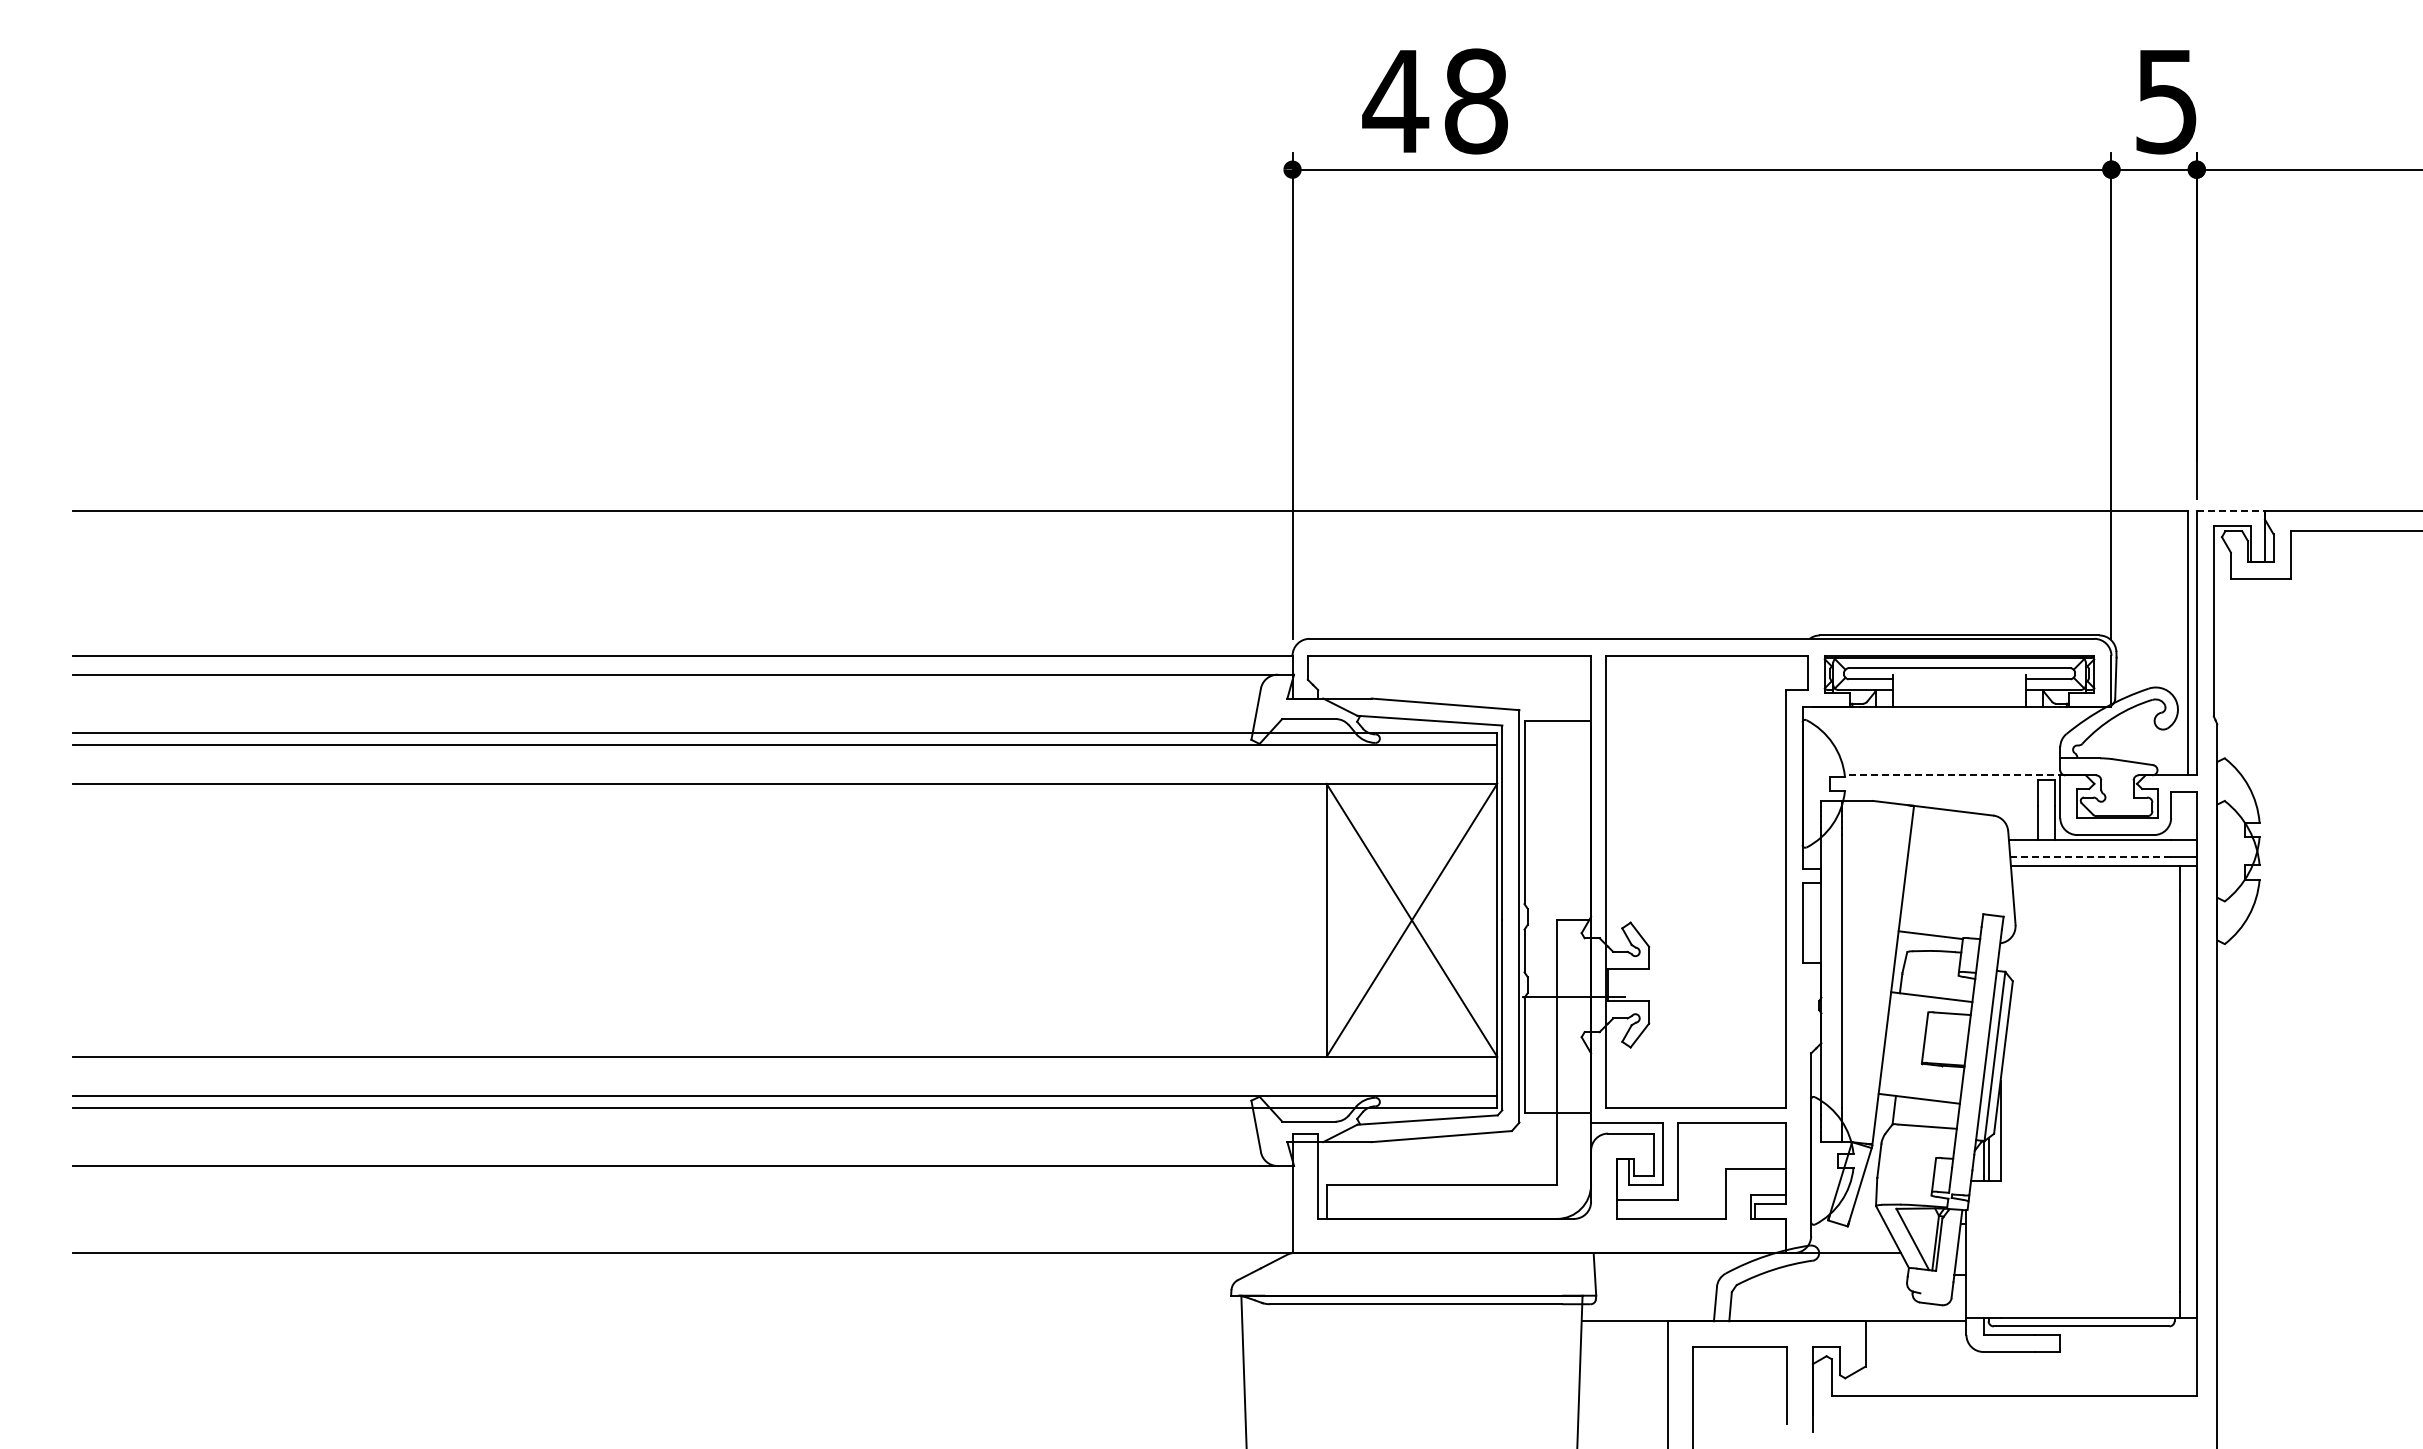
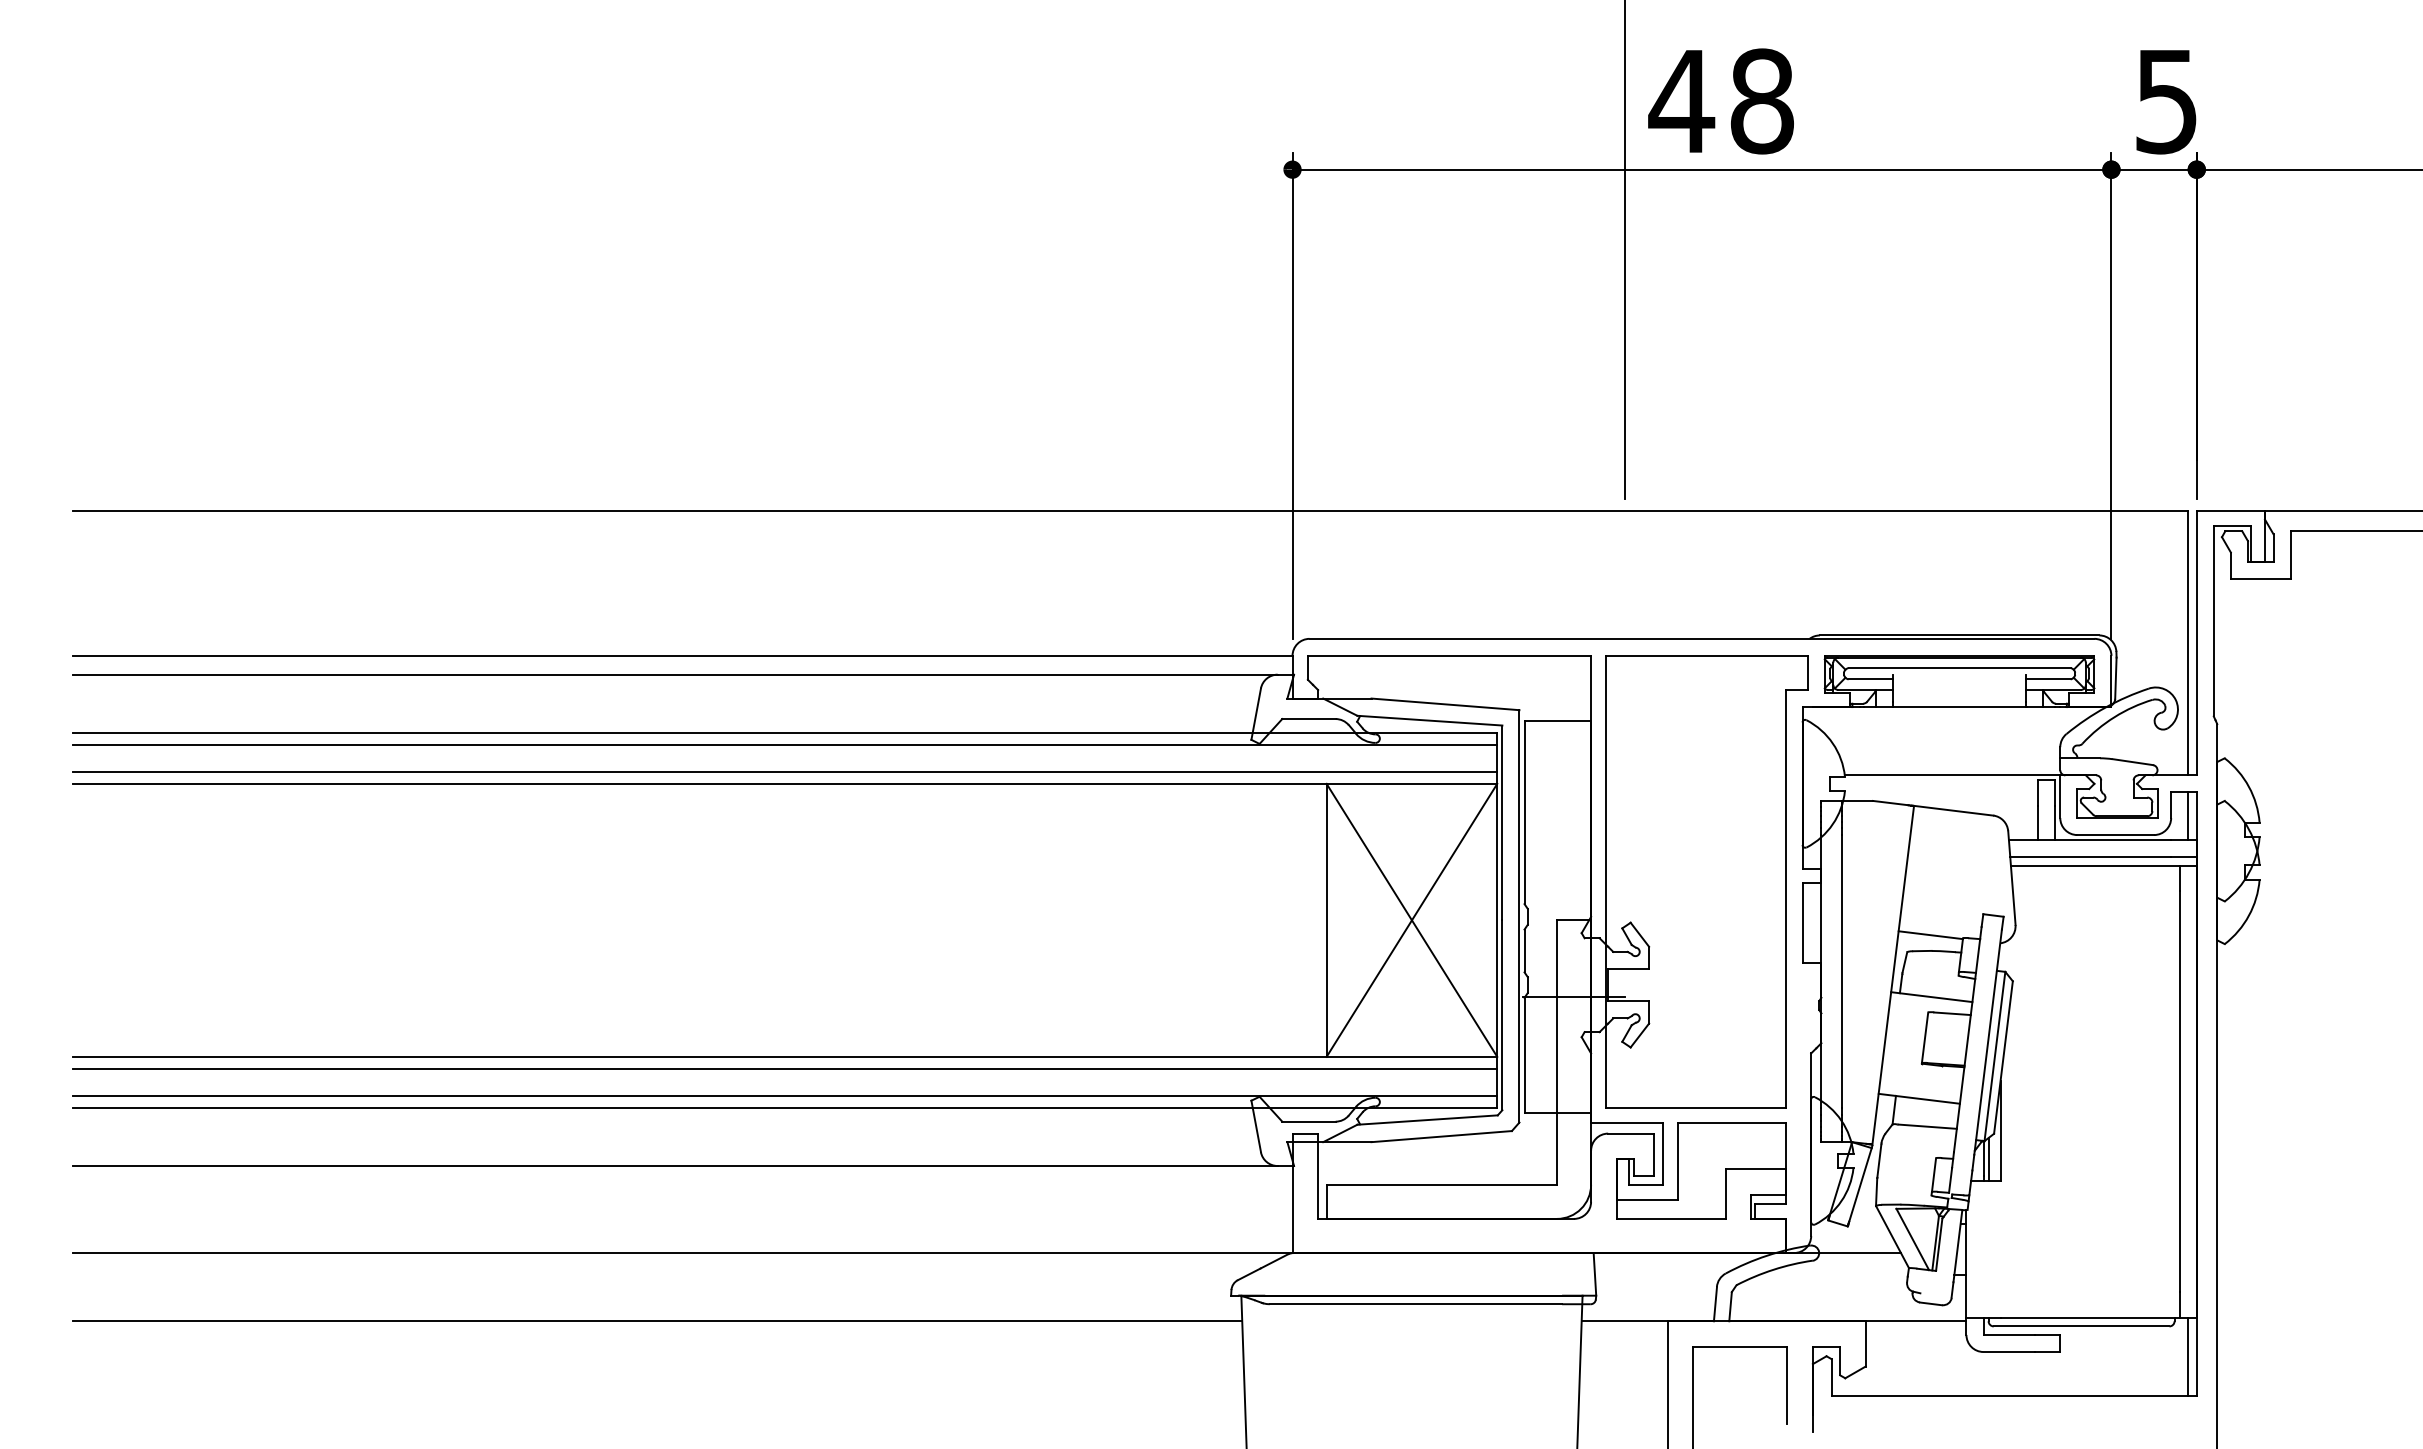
text at (1434, 101) position: (1434, 101) -> (1720, 101)
line at (1625, 250): none -> present
line at (2231, 510): dashed -> solid
line at (784, 771): none -> present
line at (1954, 775): dashed -> solid
line at (2188, 816): none -> present
line at (2090, 857): dashed -> solid
line at (784, 1068): none -> present
line at (657, 1321): none -> present
line at (2188, 1356): none -> present
